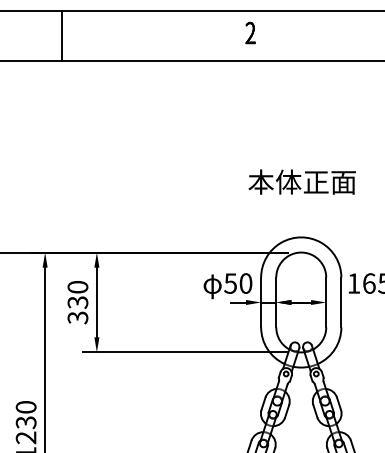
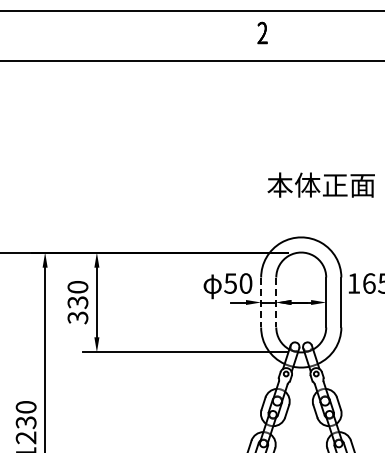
text at (250, 32) position: (250, 32) -> (262, 32)
line at (62, 35): present -> none
text at (301, 181) position: (301, 181) -> (320, 184)
line at (261, 302): solid -> dashed
line at (276, 302): solid -> dashed
